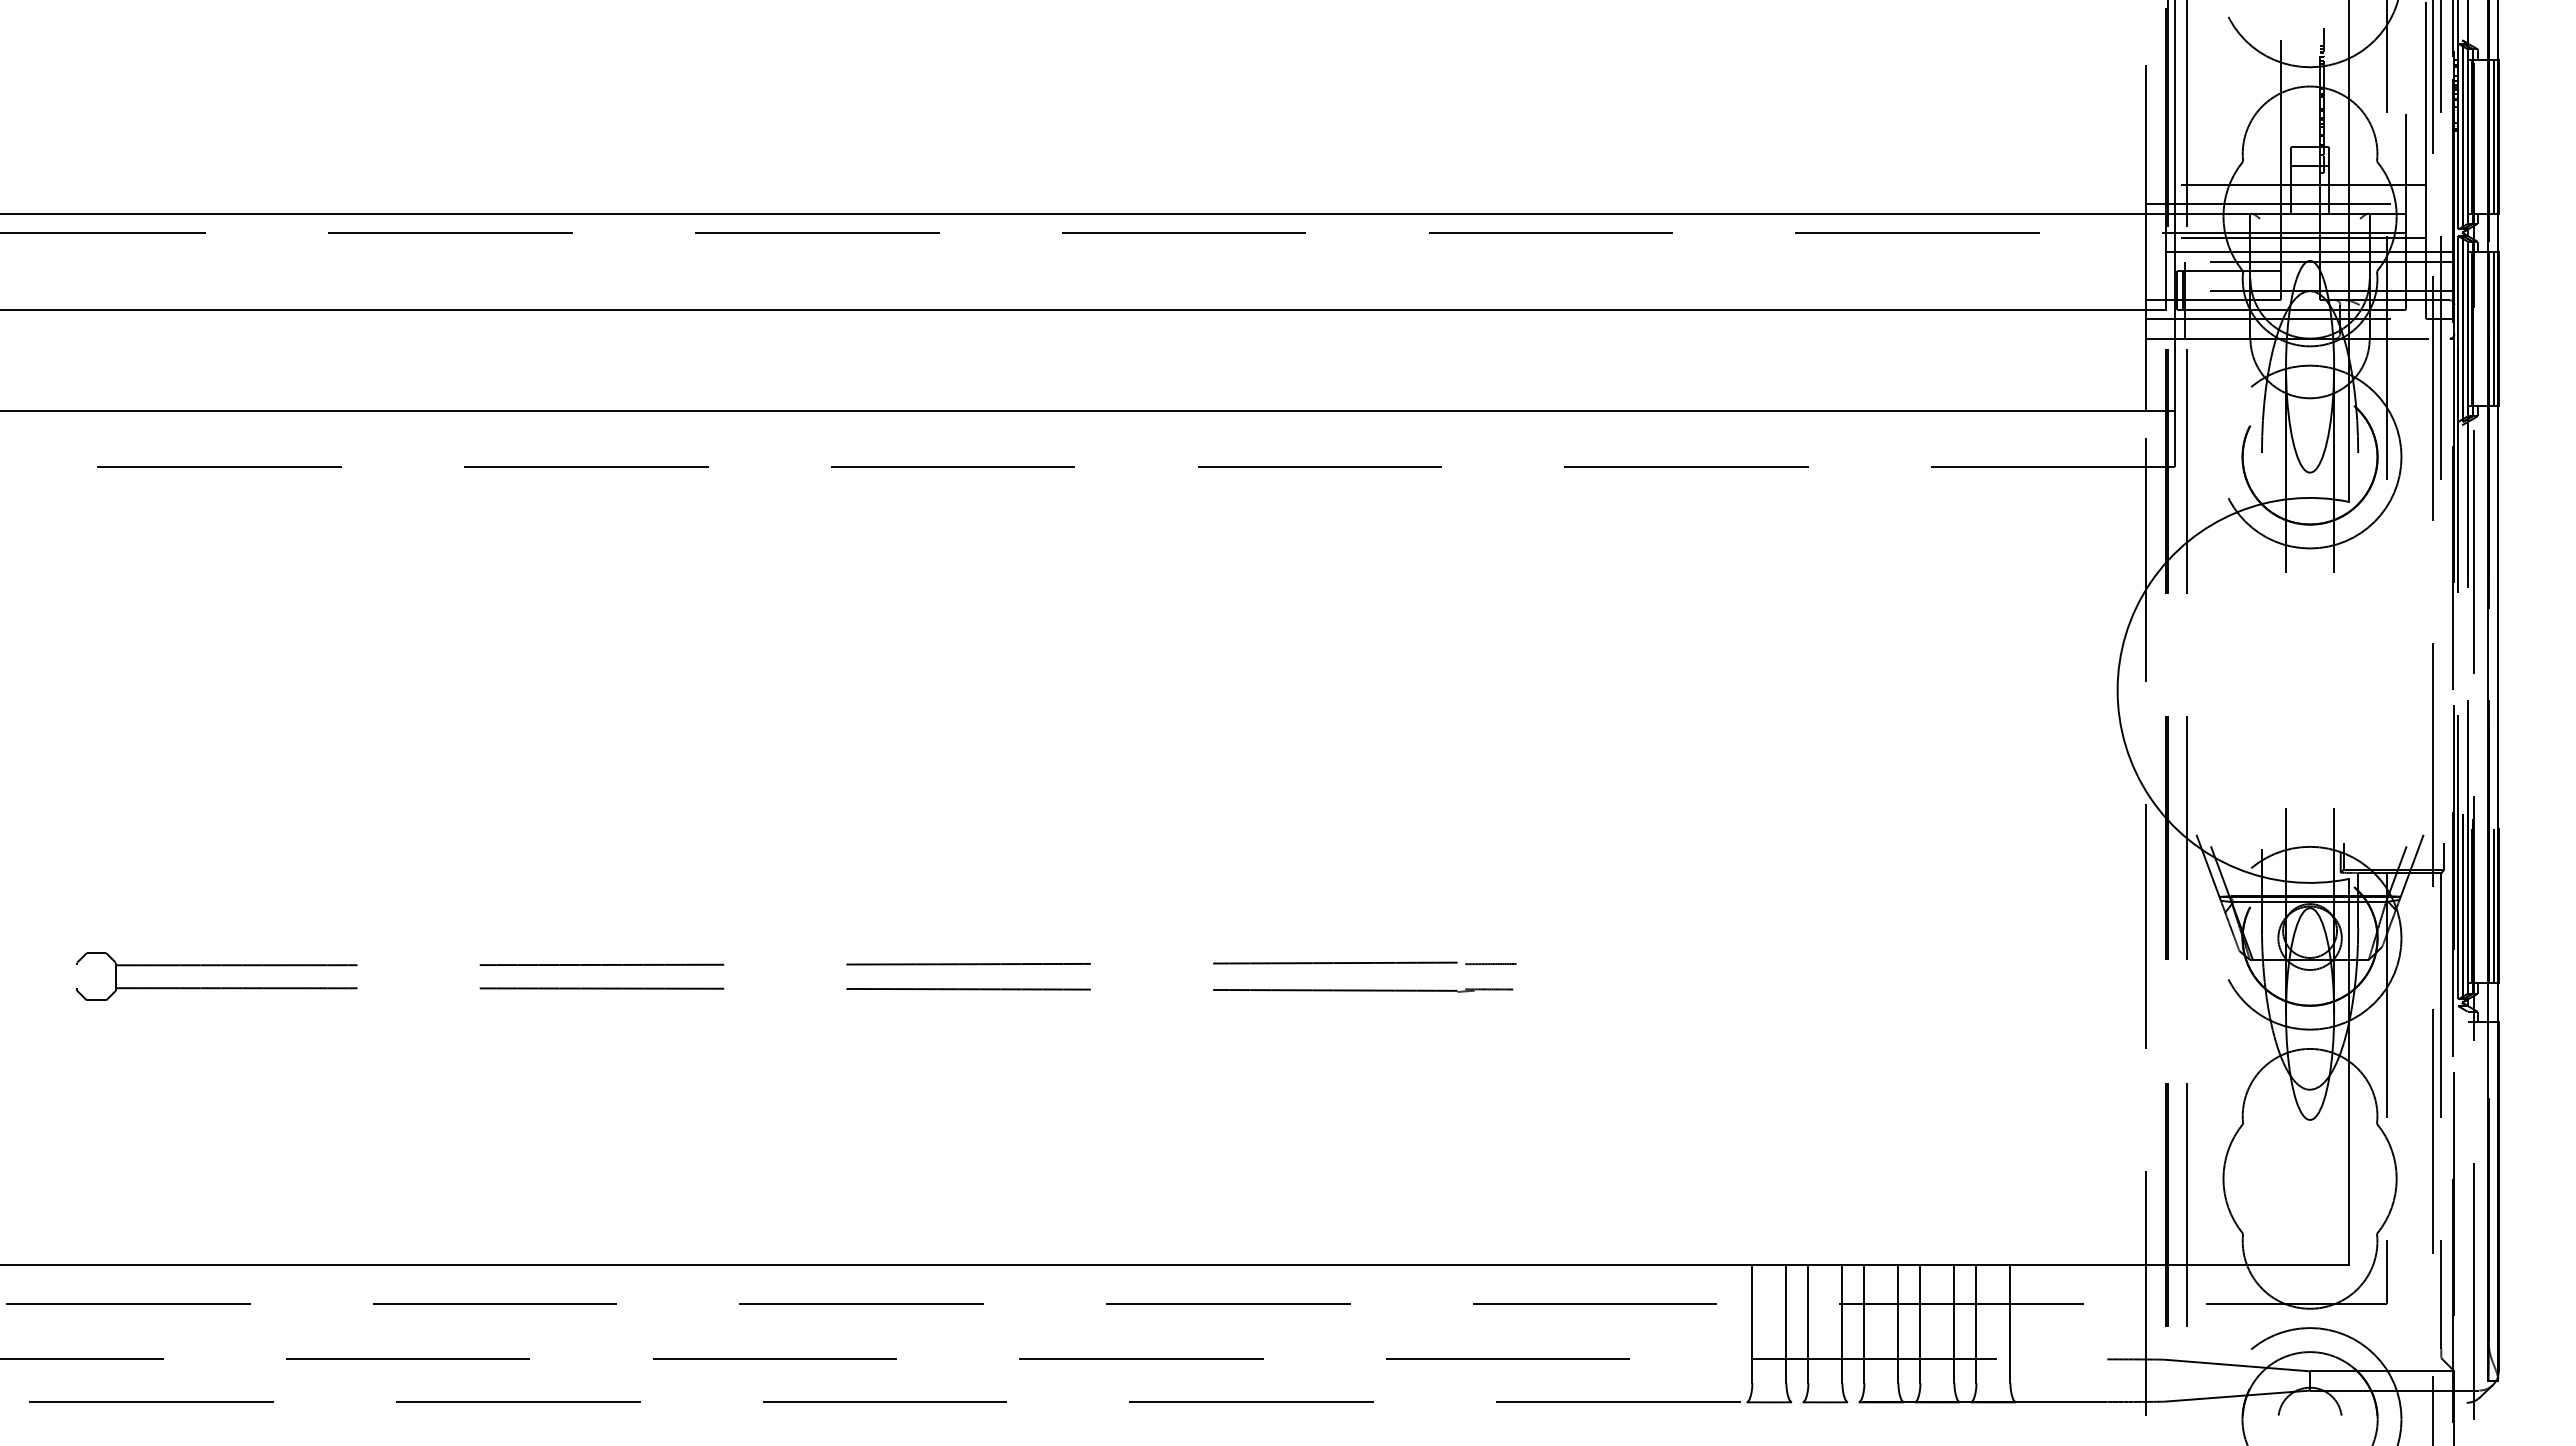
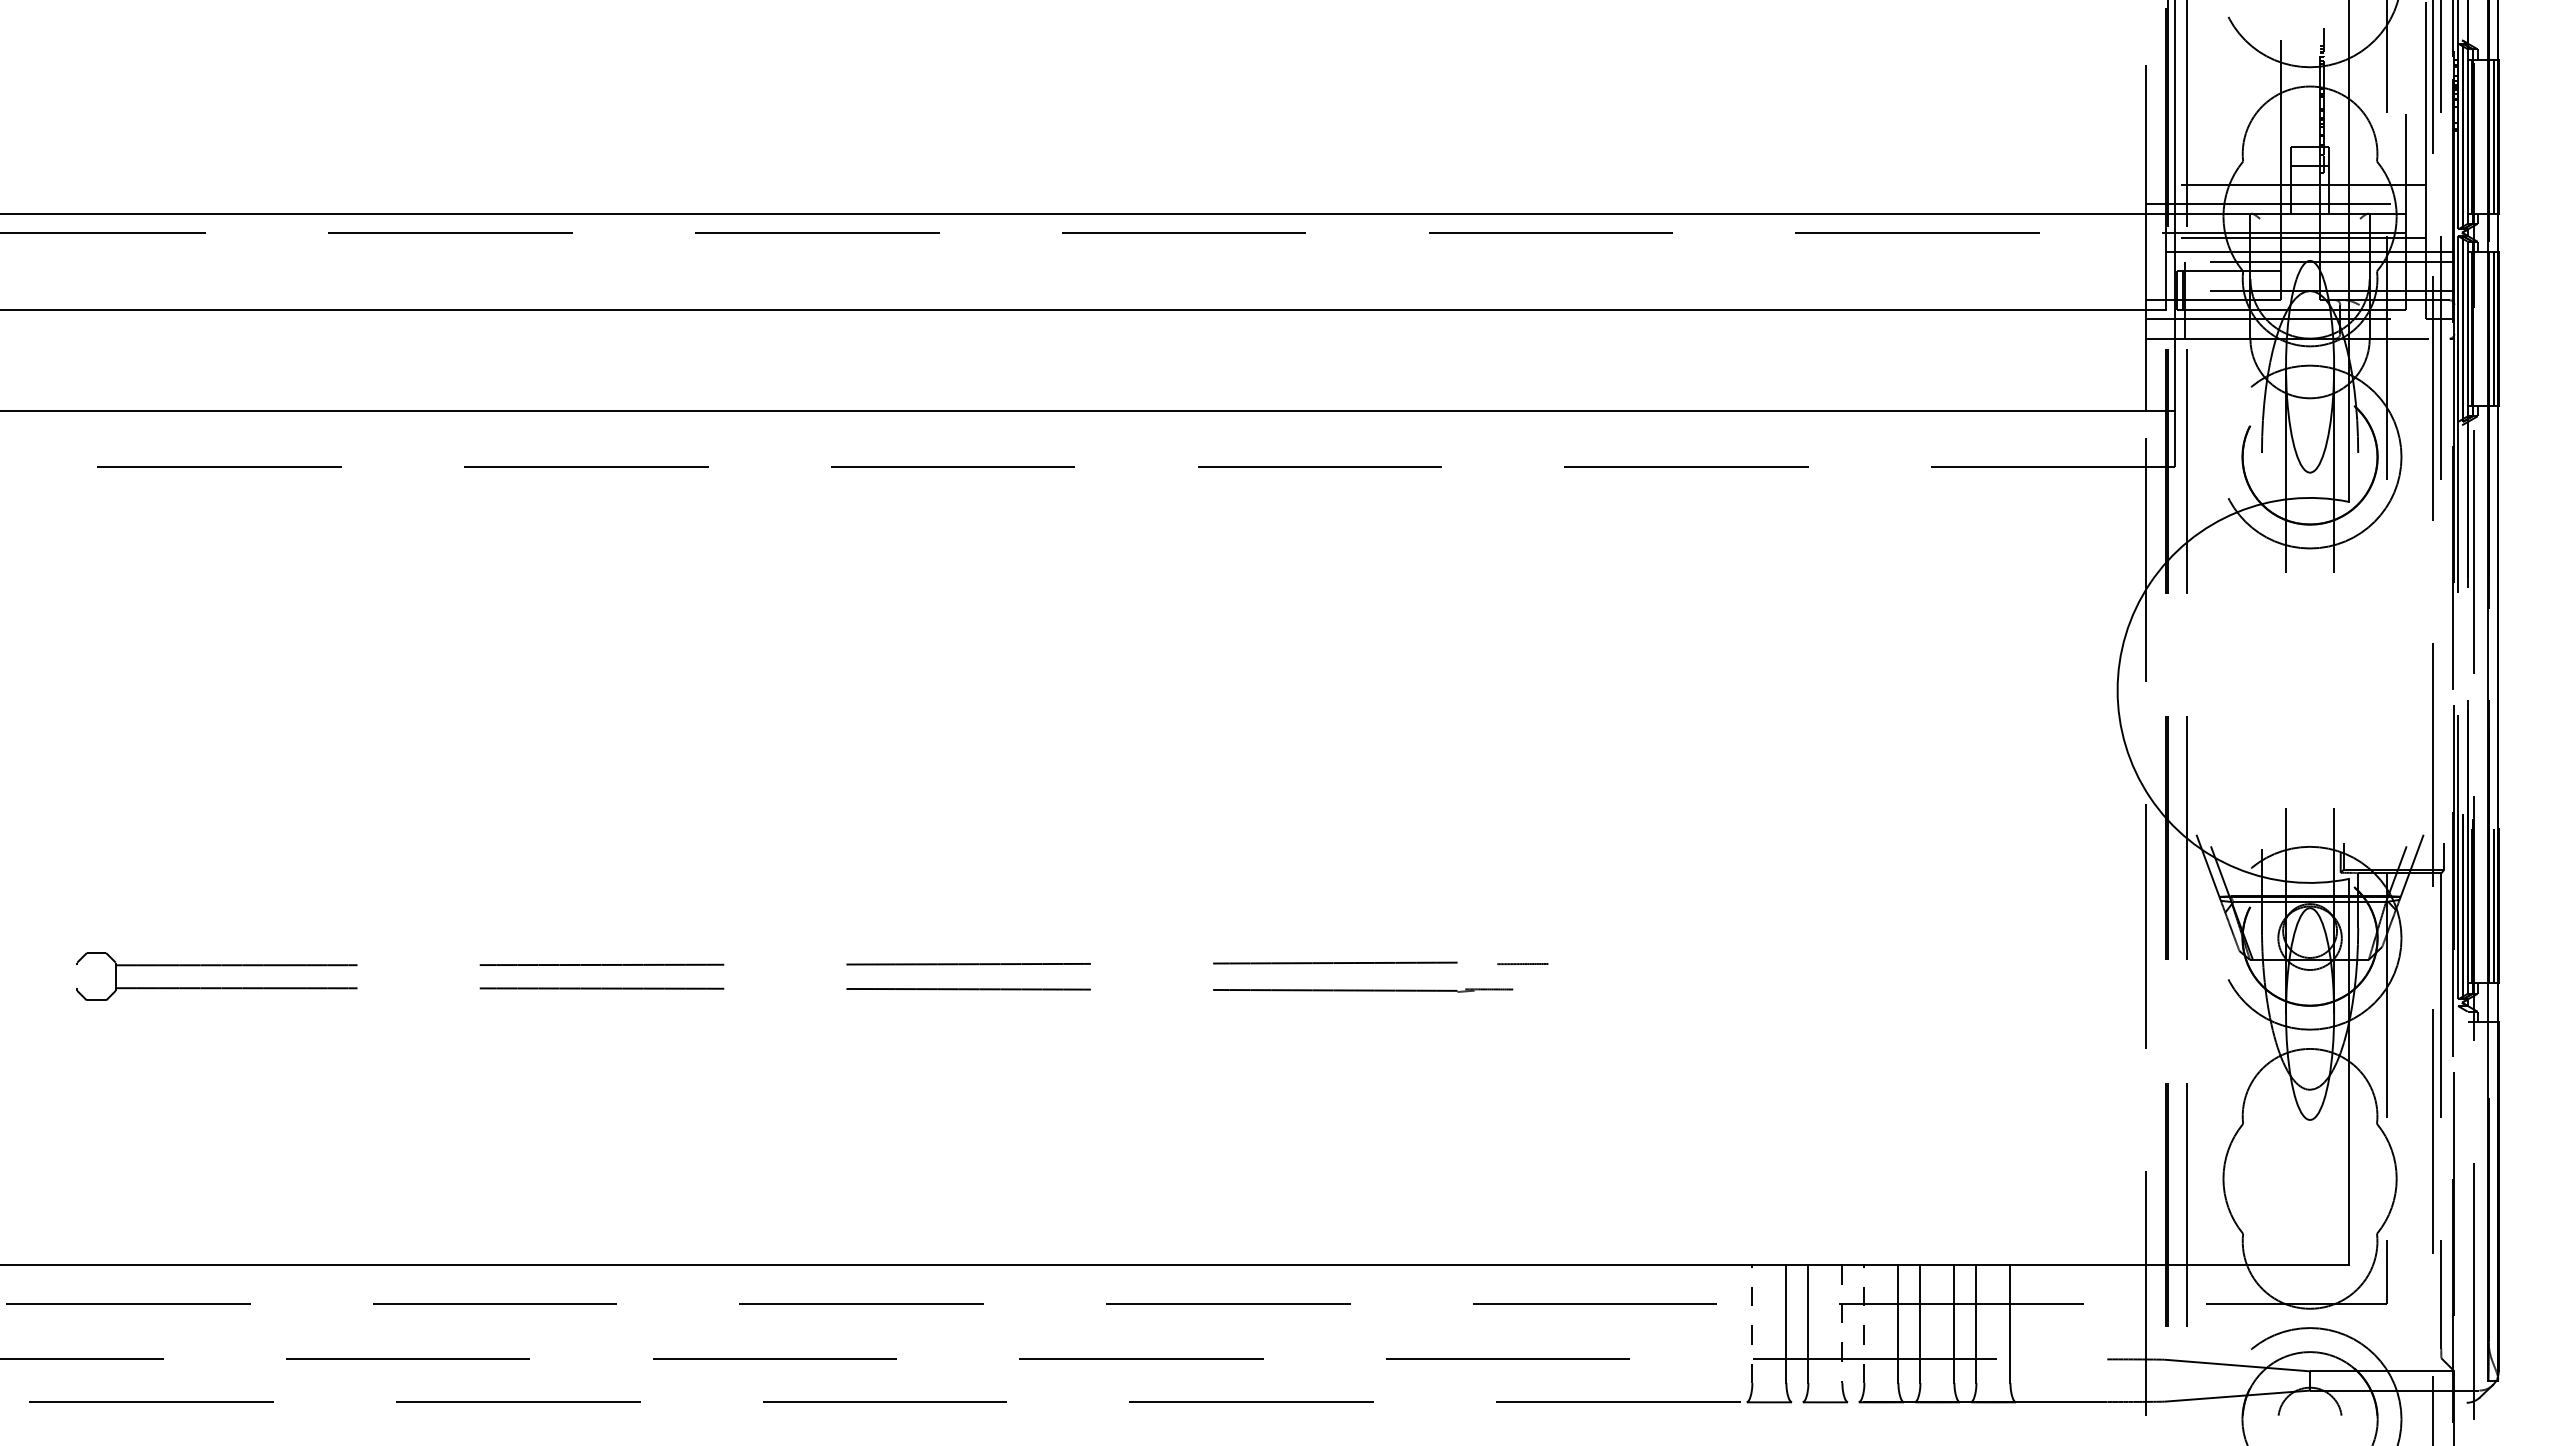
line at (1490, 964) position: (1490, 964) -> (1522, 964)
line at (1752, 1324): solid -> dashed
line at (1842, 1324): solid -> dashed
line at (1864, 1324): solid -> dashed
